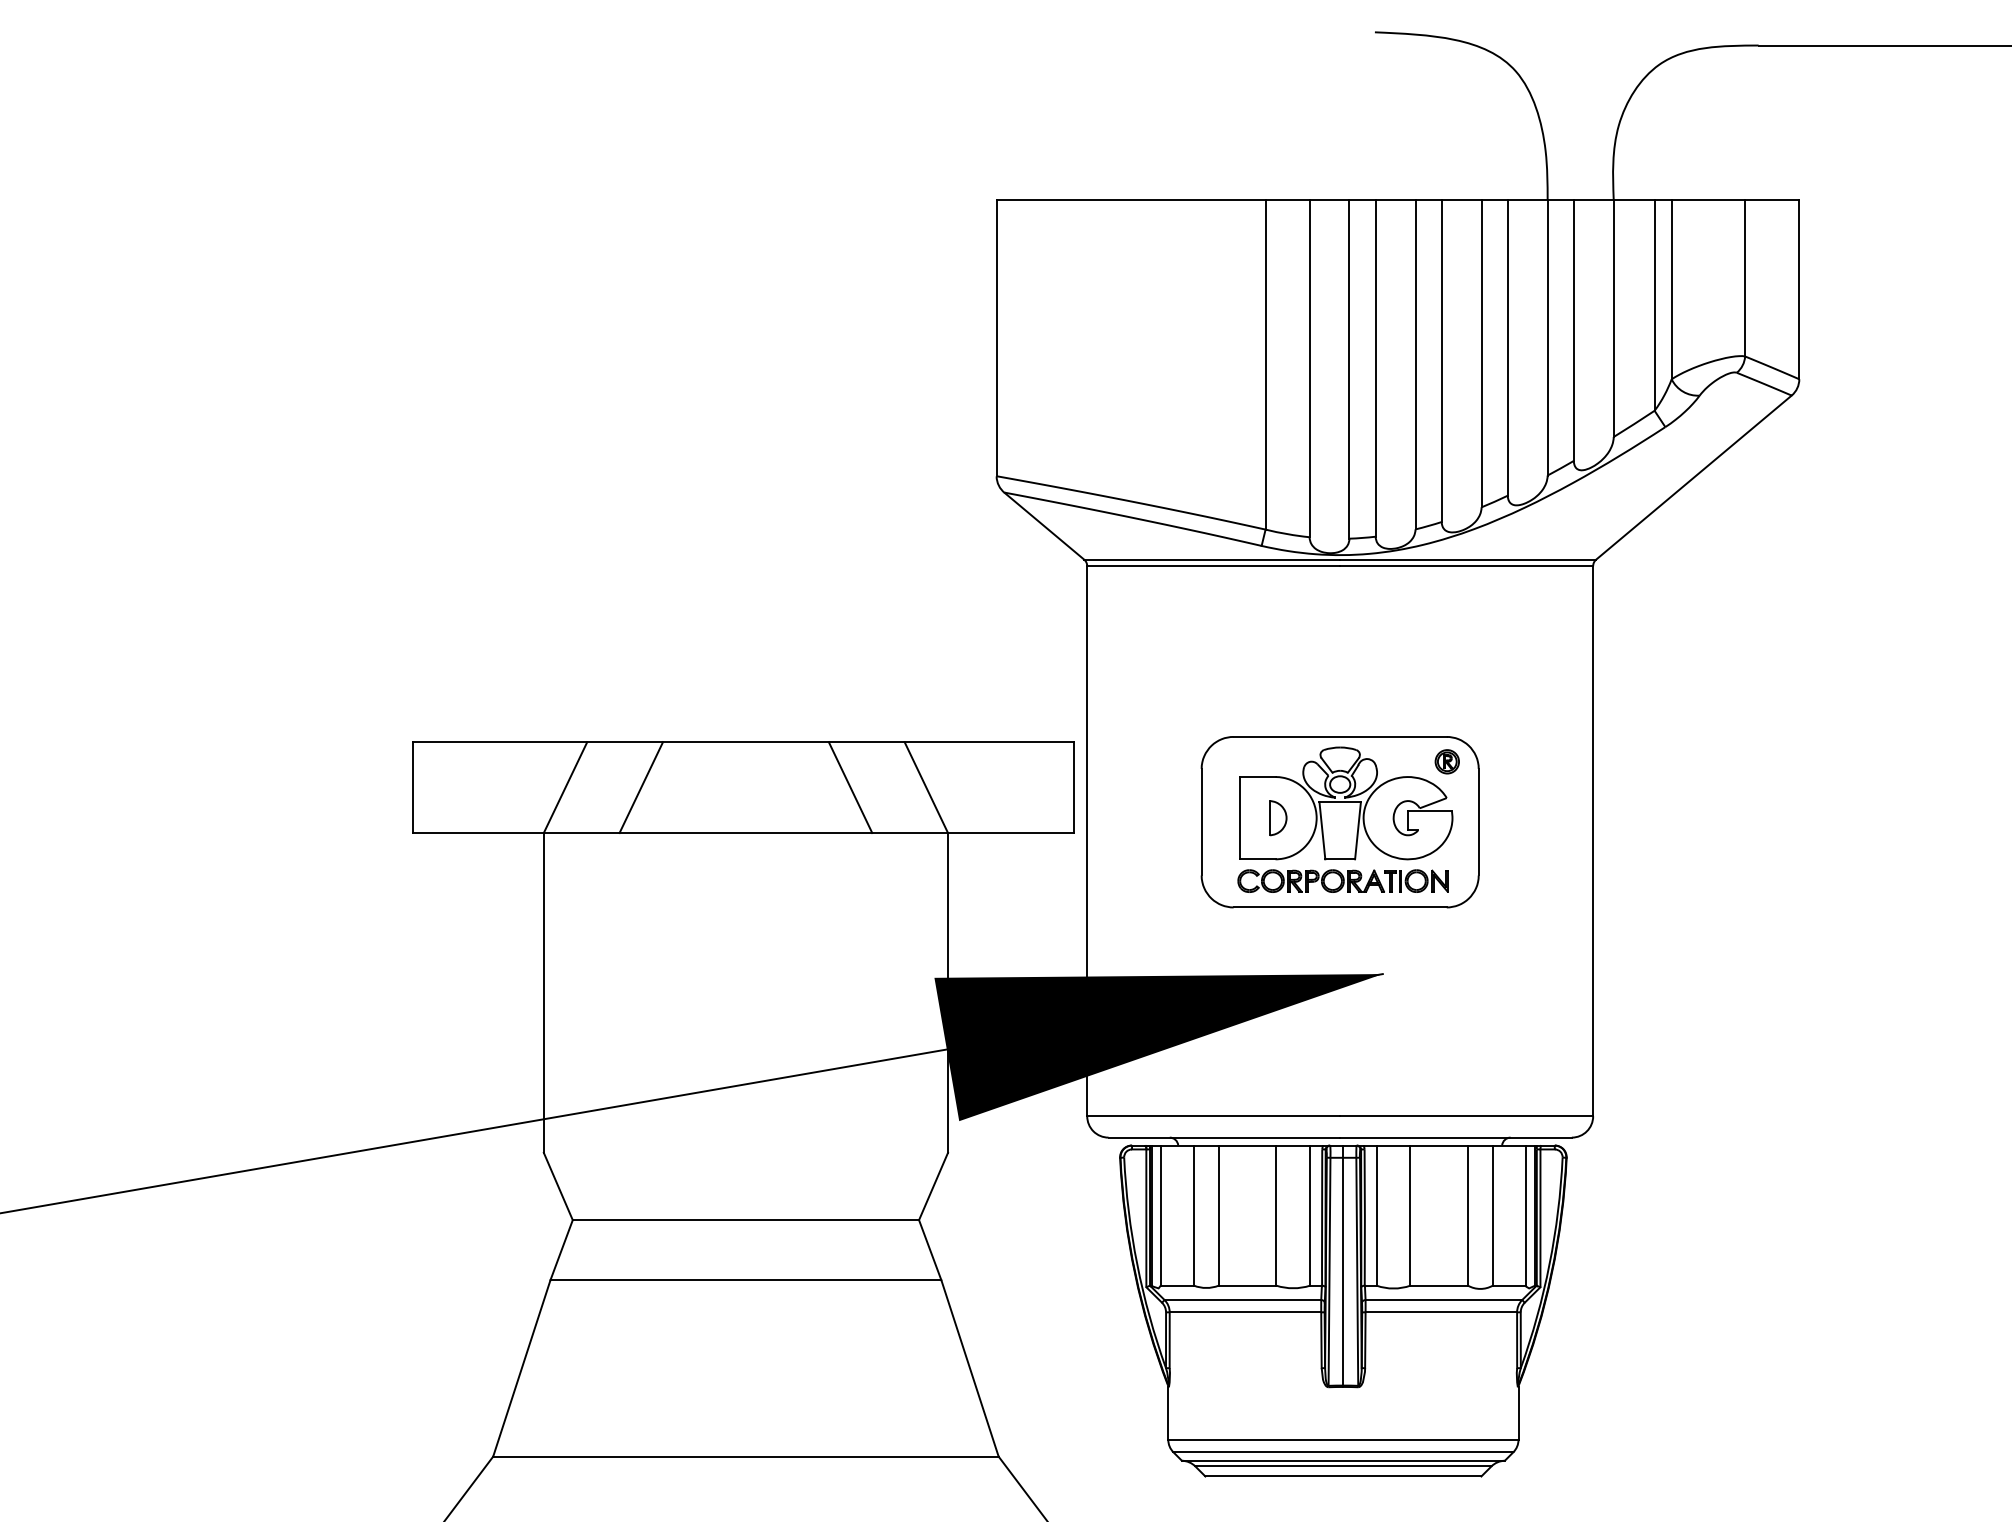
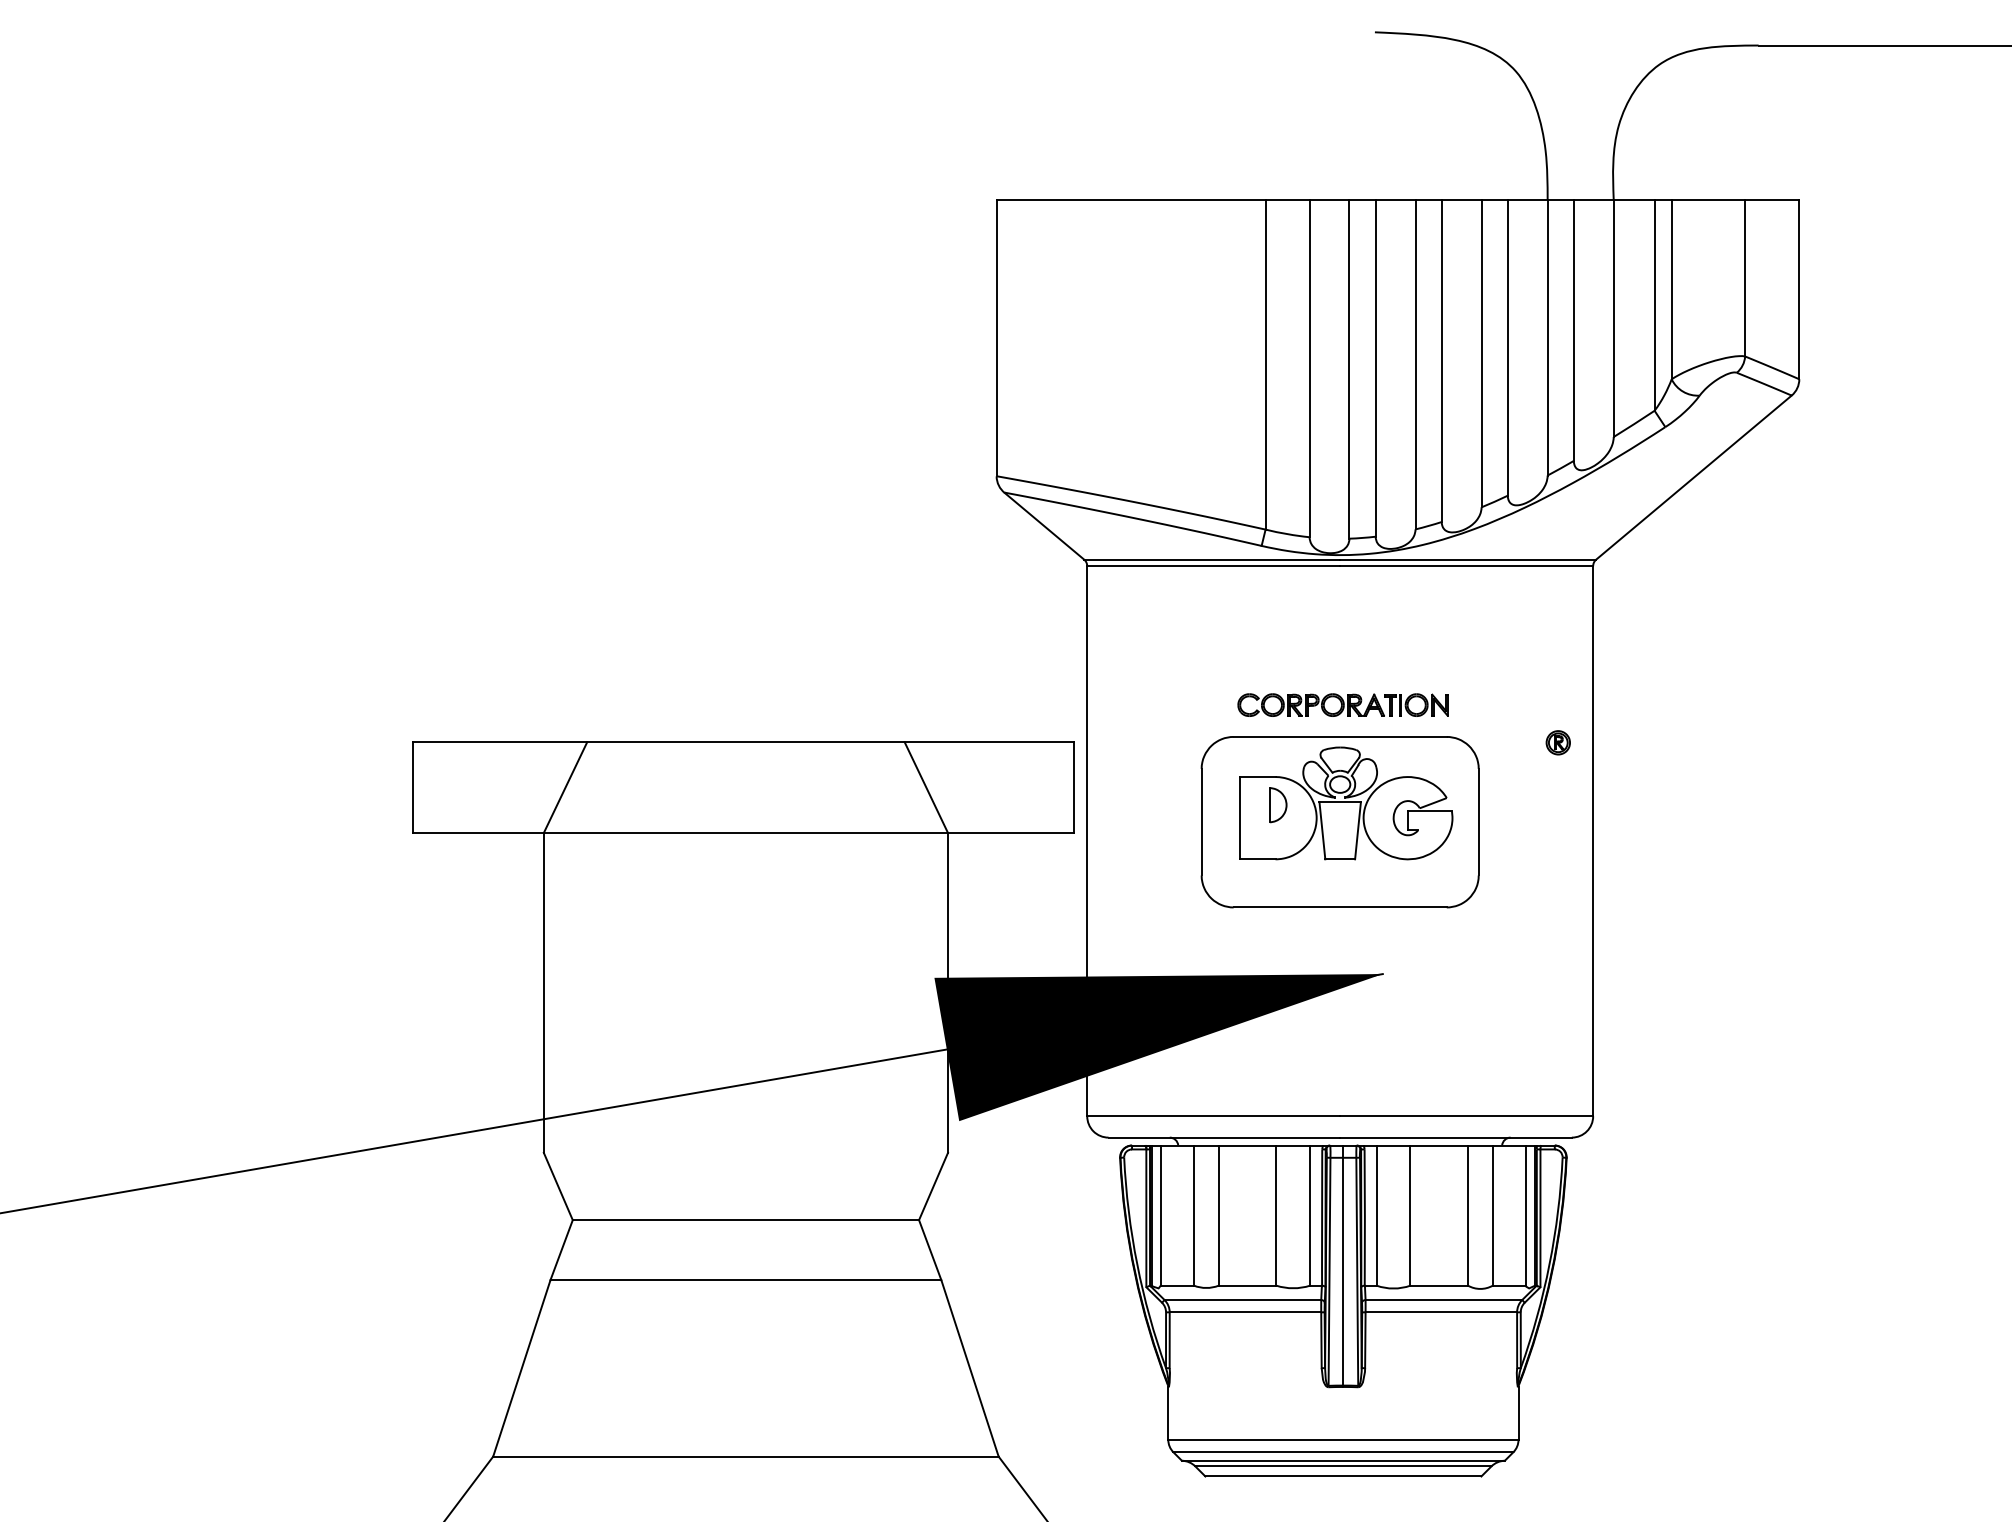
part at (1446, 761) position: (1446, 761) -> (1557, 742)
line at (641, 787): present -> none
line at (850, 787): present -> none
part at (1278, 818) position: (1278, 818) -> (1278, 805)
part at (1342, 880) position: (1342, 880) -> (1342, 704)
